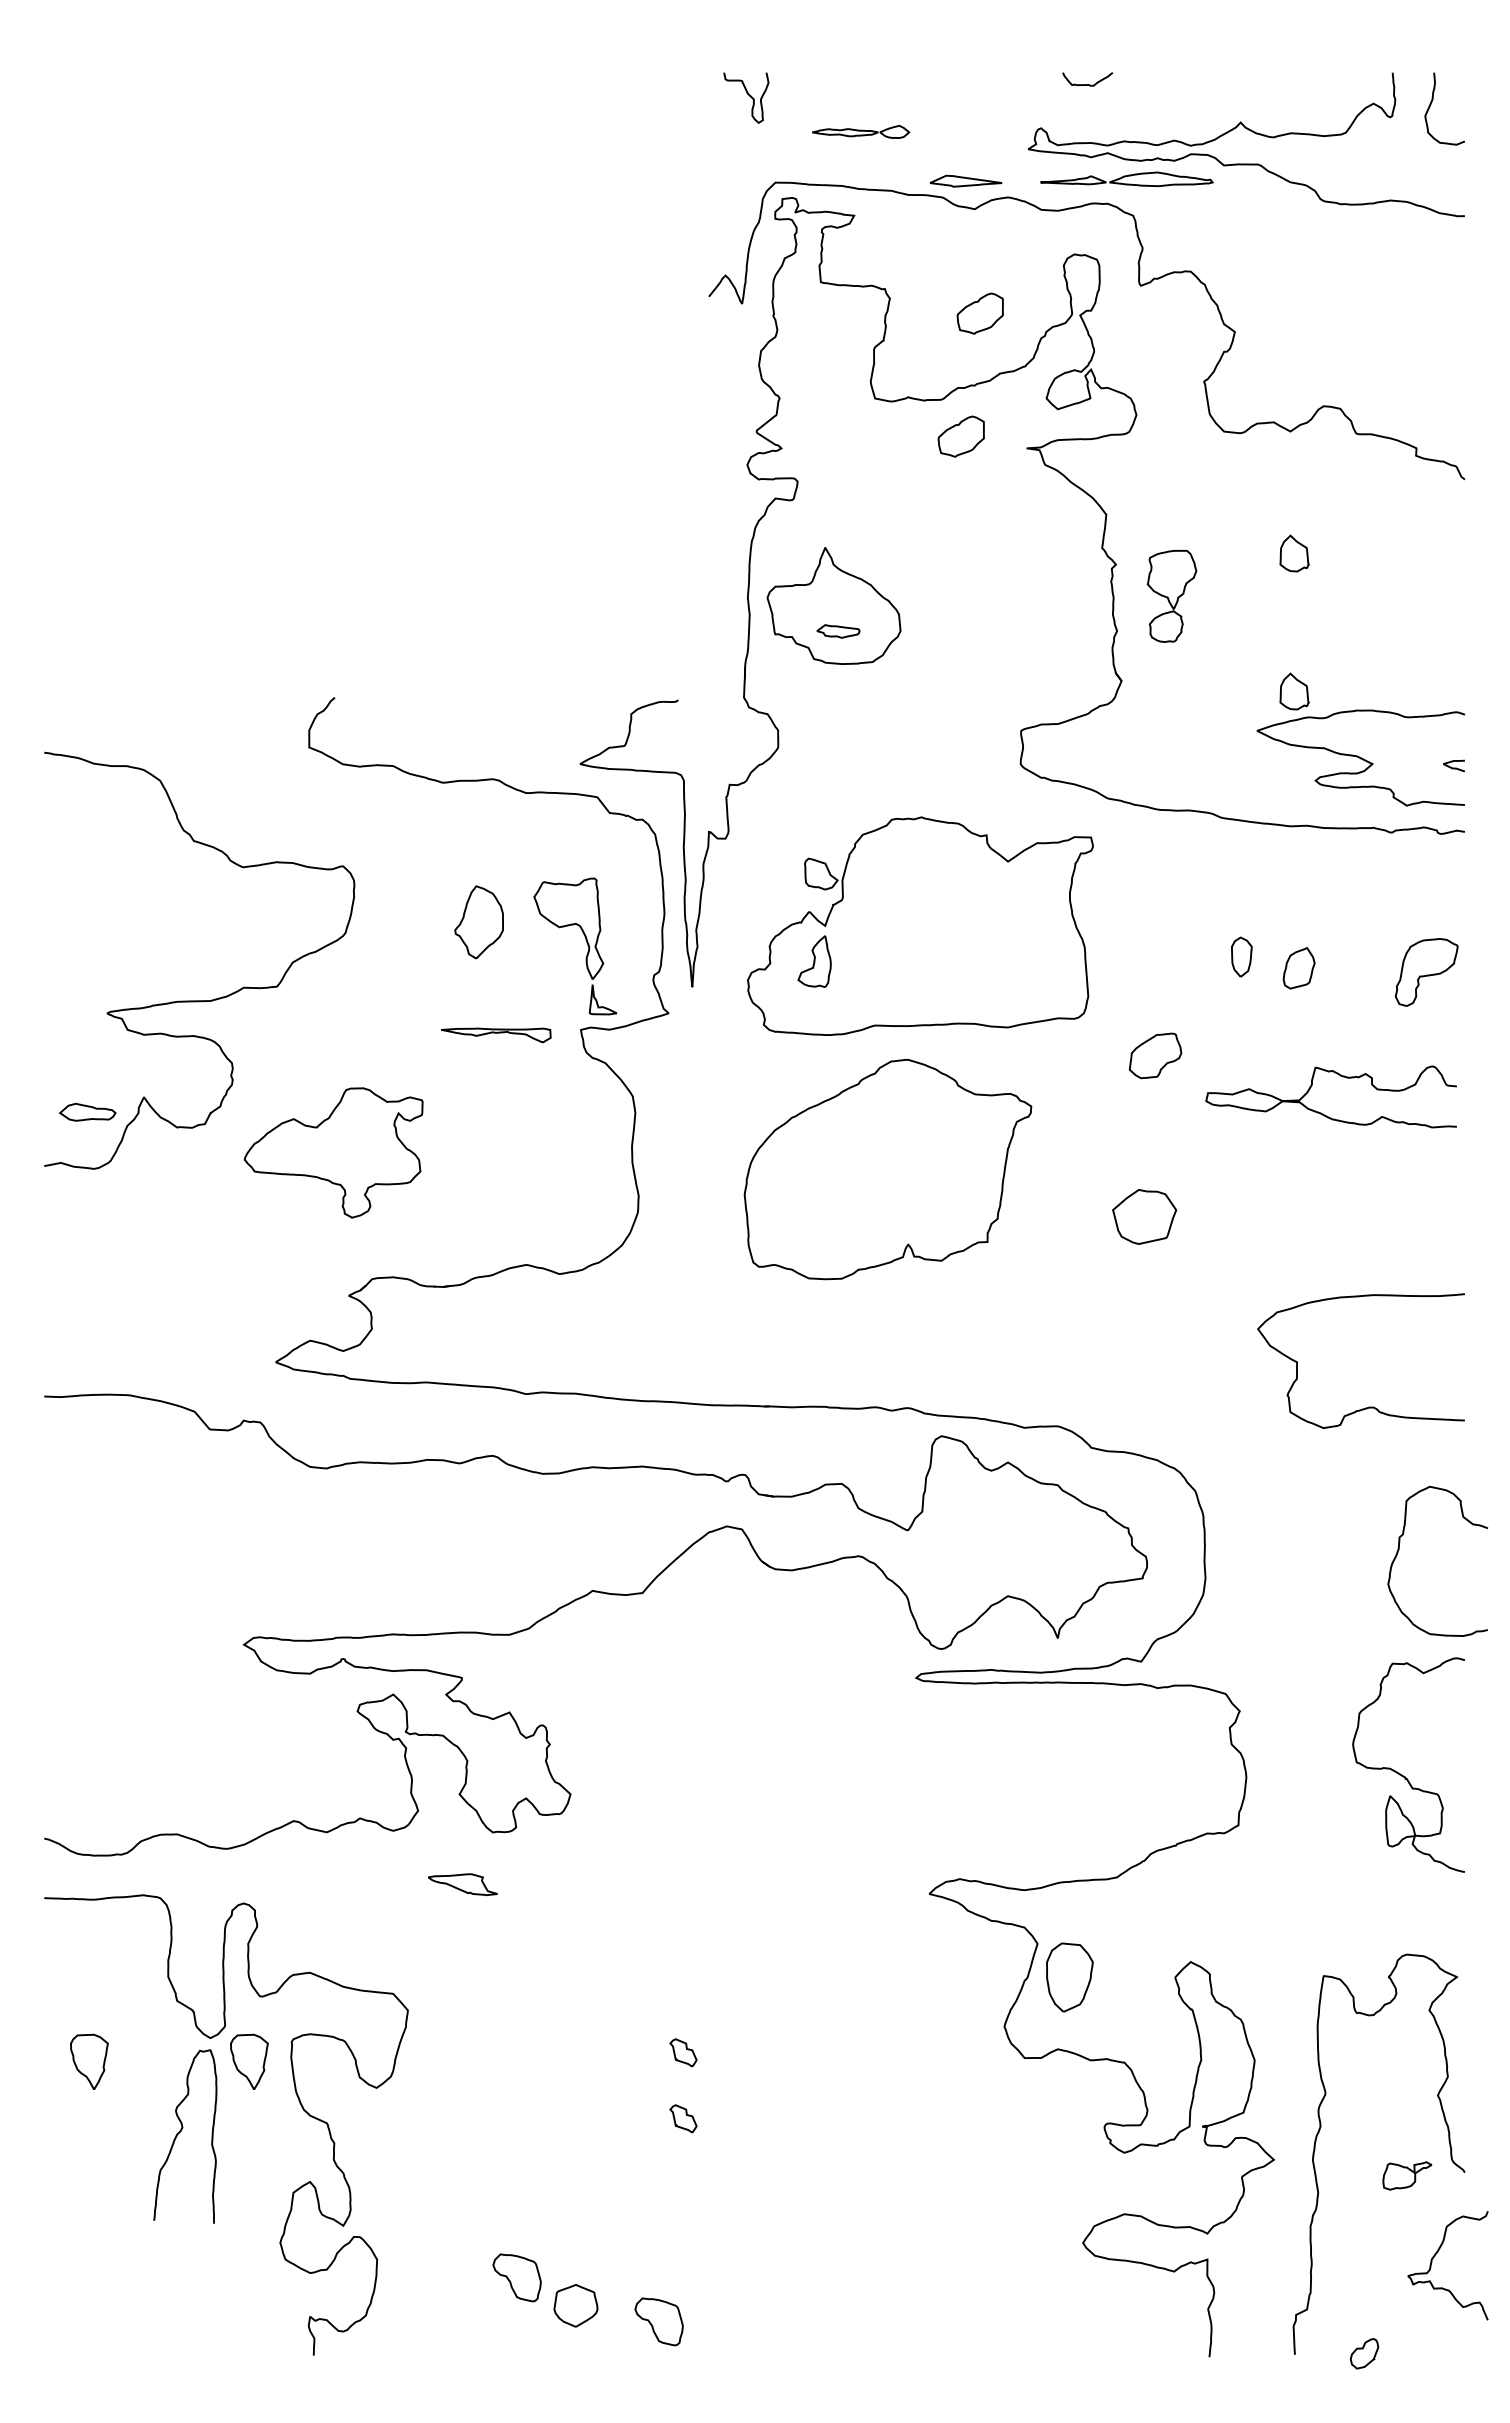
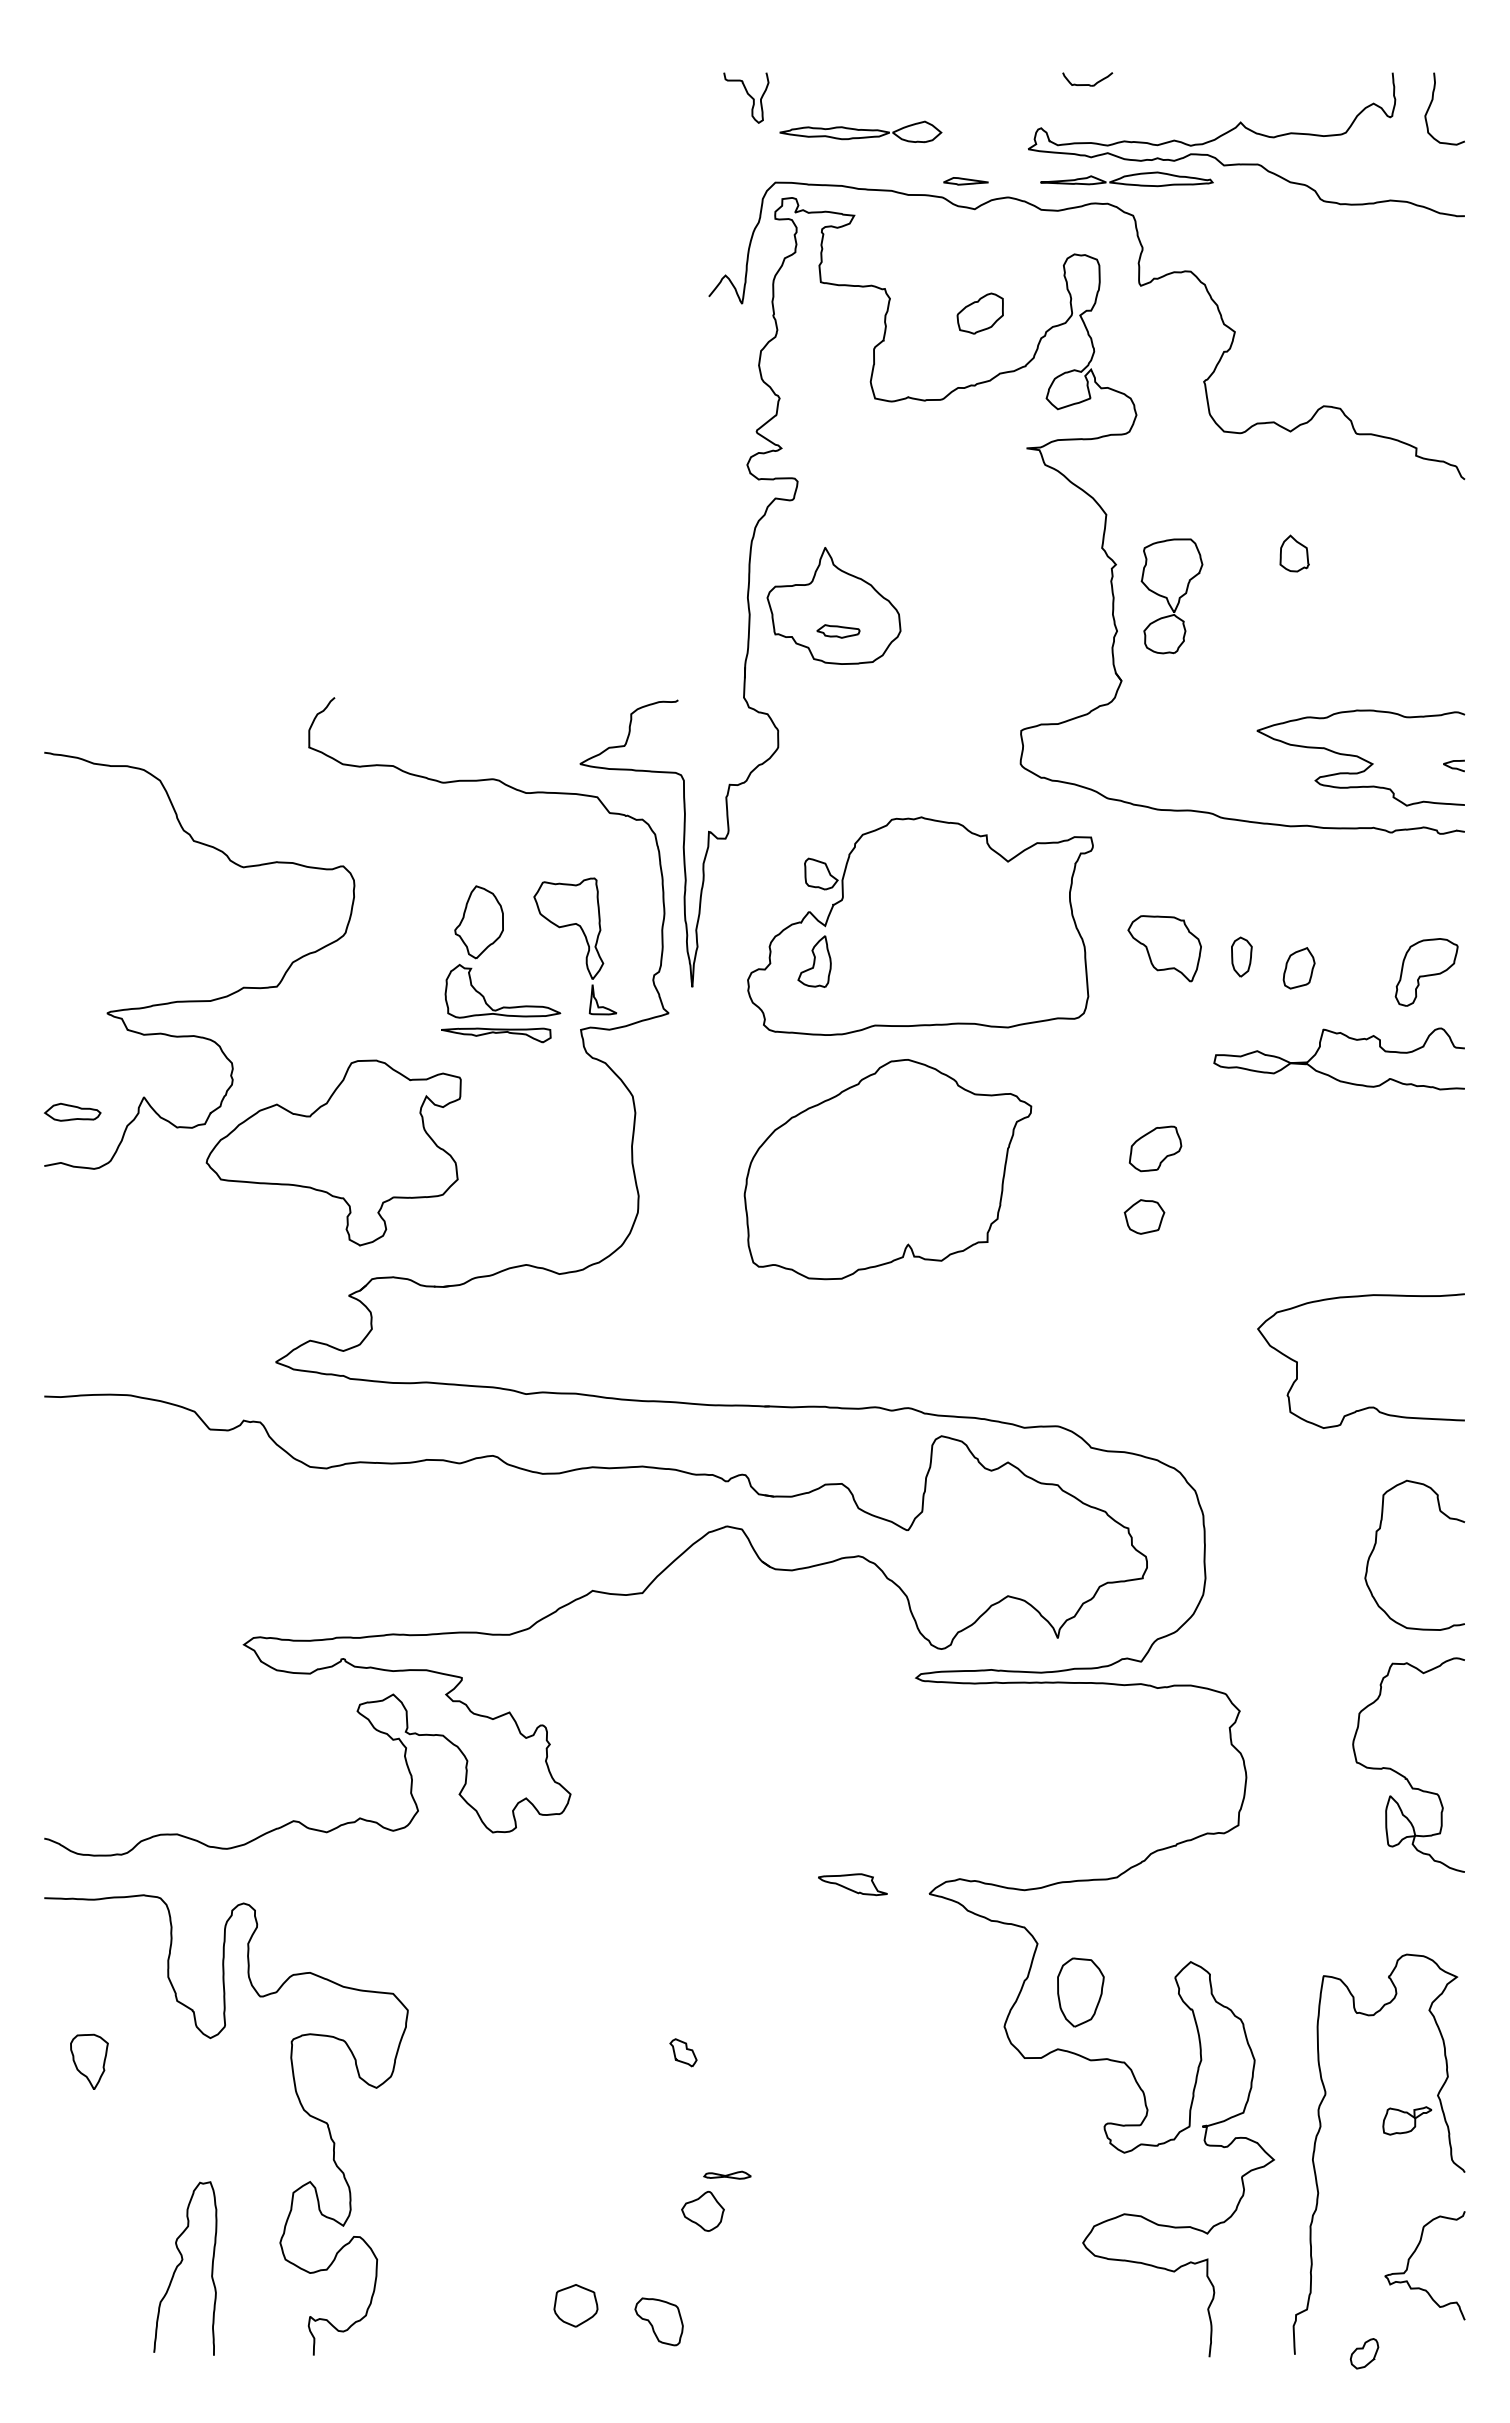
part at (861, 131) size: 99x15 px -> 164x24 px
part at (965, 180) size: 74x14 px -> 46x9 px
part at (960, 436): present -> none
part at (1171, 596) size: 52x93 px -> 64x117 px
part at (1294, 691): present -> none
part at (1164, 948): none -> present
part at (502, 1006): none -> present
part at (1155, 1055) position: (1155, 1055) -> (1155, 1148)
part at (87, 1111) position: (87, 1111) -> (72, 1111)
curve at (1321, 1112) position: (1321, 1112) -> (1329, 1074)
part at (333, 1152) size: 181x132 px -> 257x188 px
part at (1144, 1216) size: 66x56 px -> 43x36 px
curve at (1399, 1550) position: (1399, 1550) -> (1376, 1544)
part at (462, 1884) position: (462, 1884) -> (852, 1884)
part at (1069, 1977) position: (1069, 1977) -> (1080, 1992)
part at (249, 2061): present -> none
part at (683, 2118): present -> none
curve at (181, 2131) position: (181, 2131) -> (181, 2263)
part at (727, 2174): none -> present
part at (1407, 2175) position: (1407, 2175) -> (1407, 2120)
part at (702, 2210): none -> present
curve at (1435, 2256) position: (1435, 2256) -> (1412, 2256)
part at (516, 2277): present -> none
